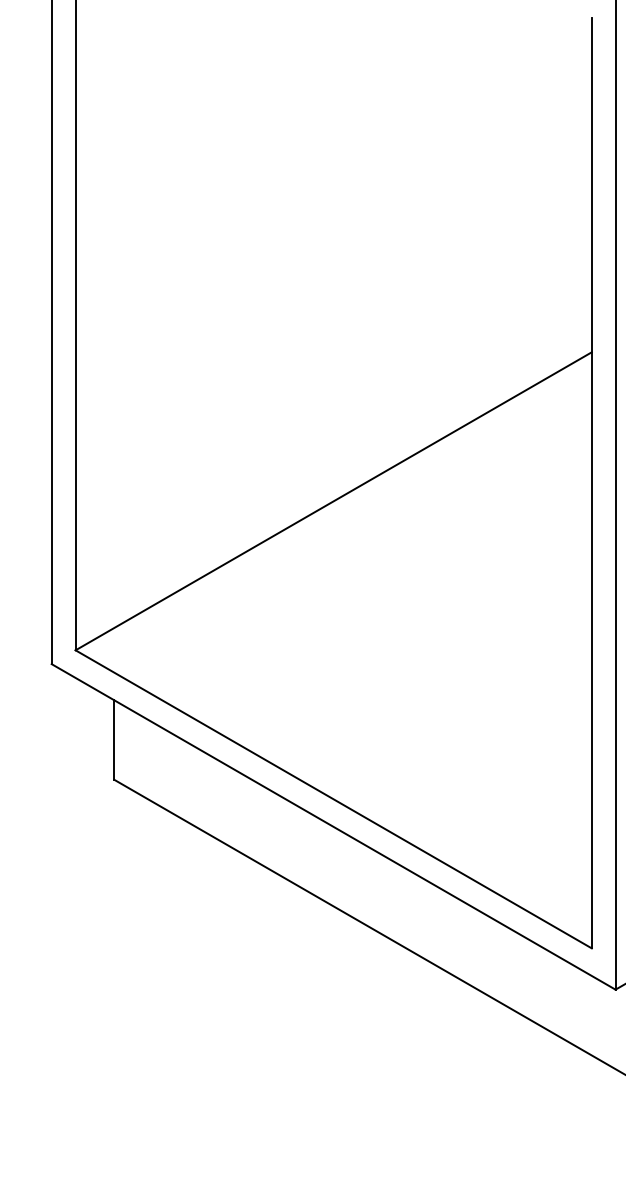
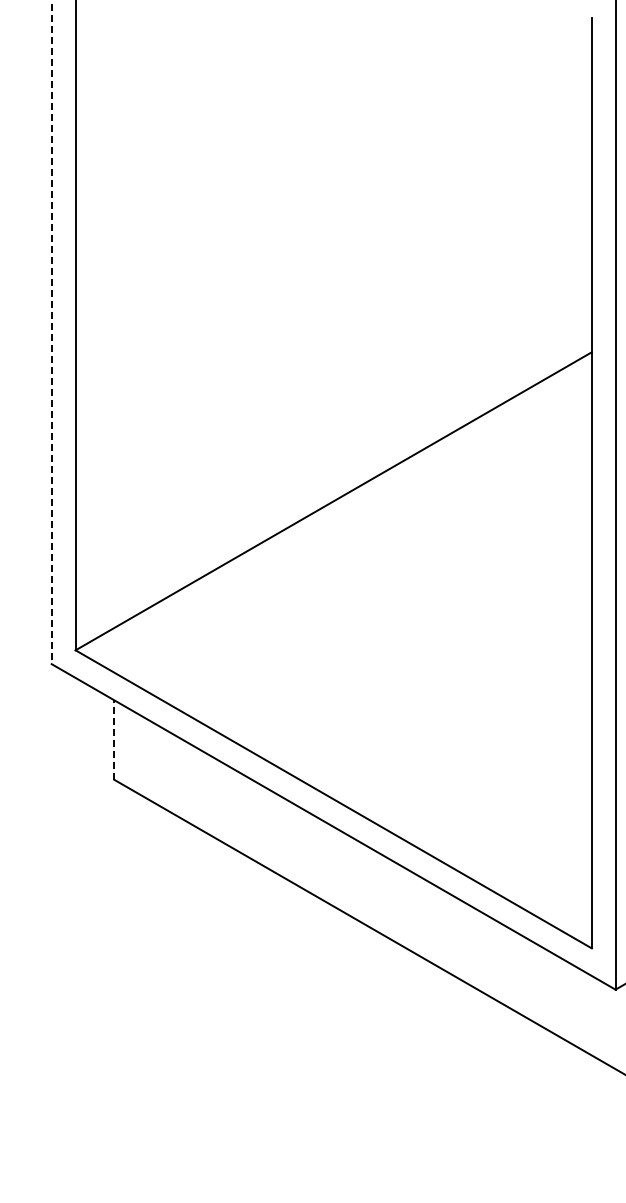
line at (51, 332): solid -> dashed
line at (114, 740): solid -> dashed
